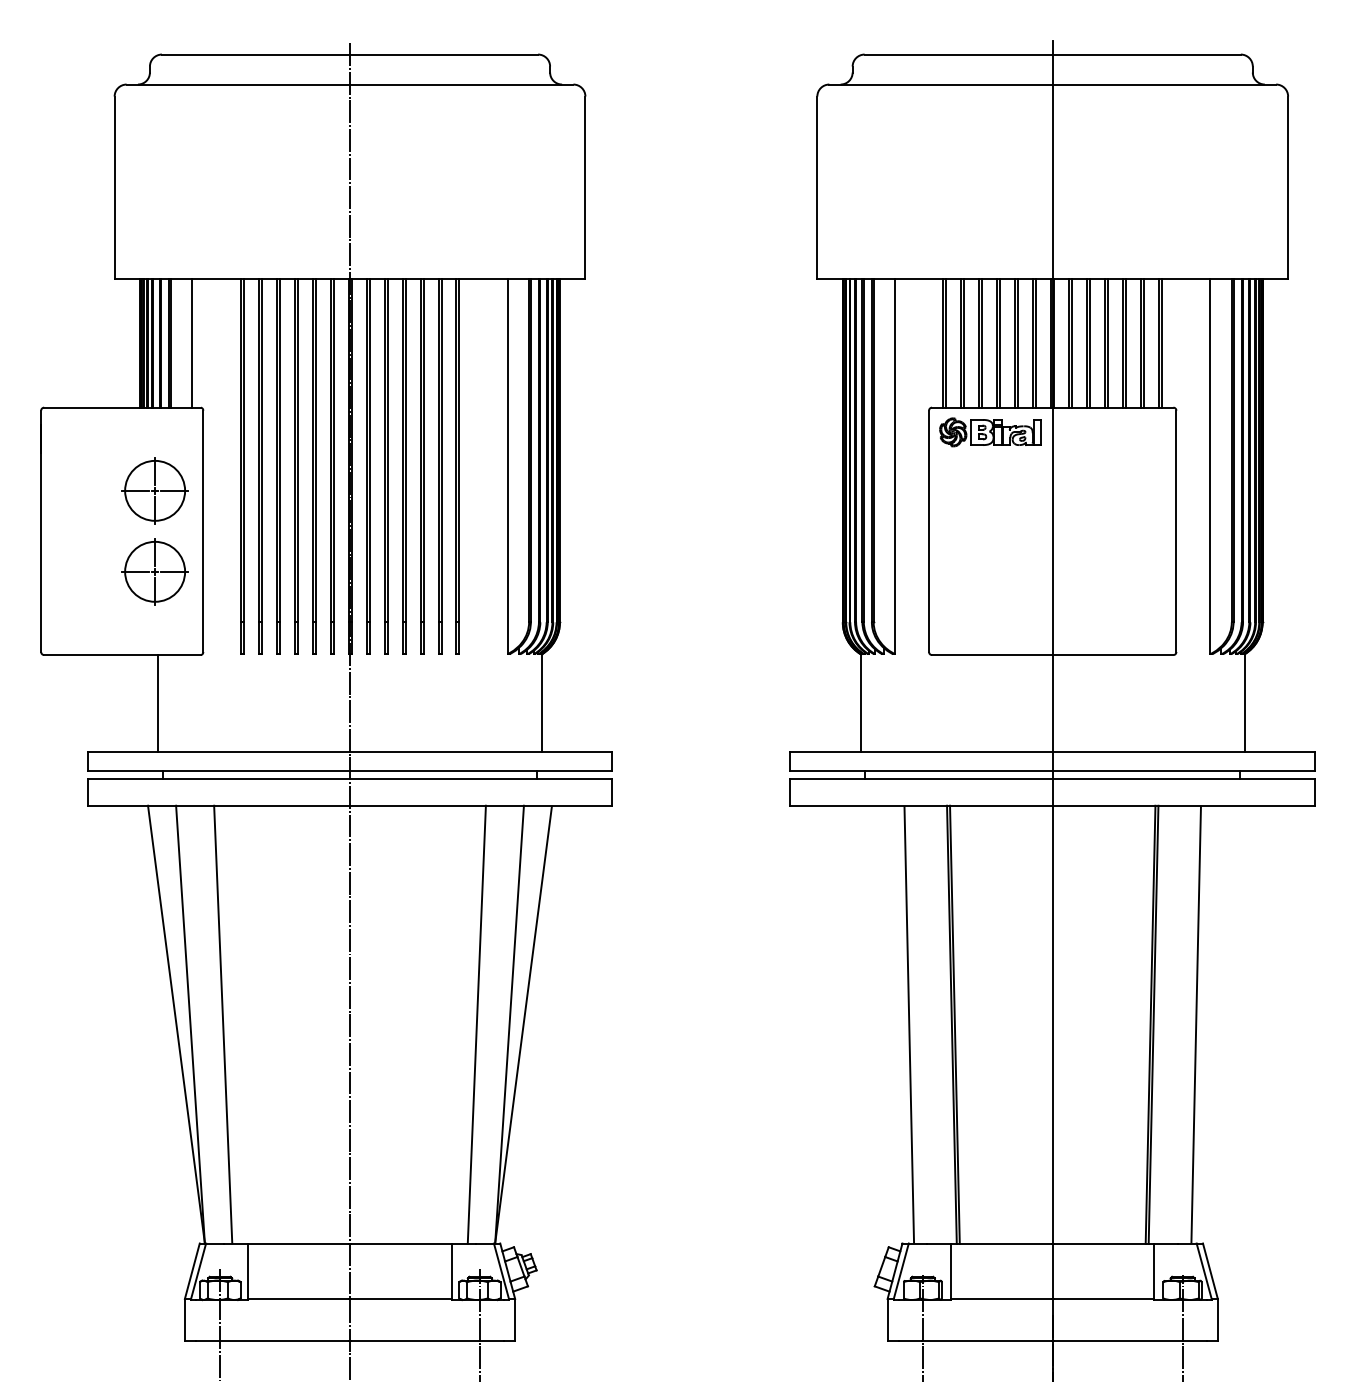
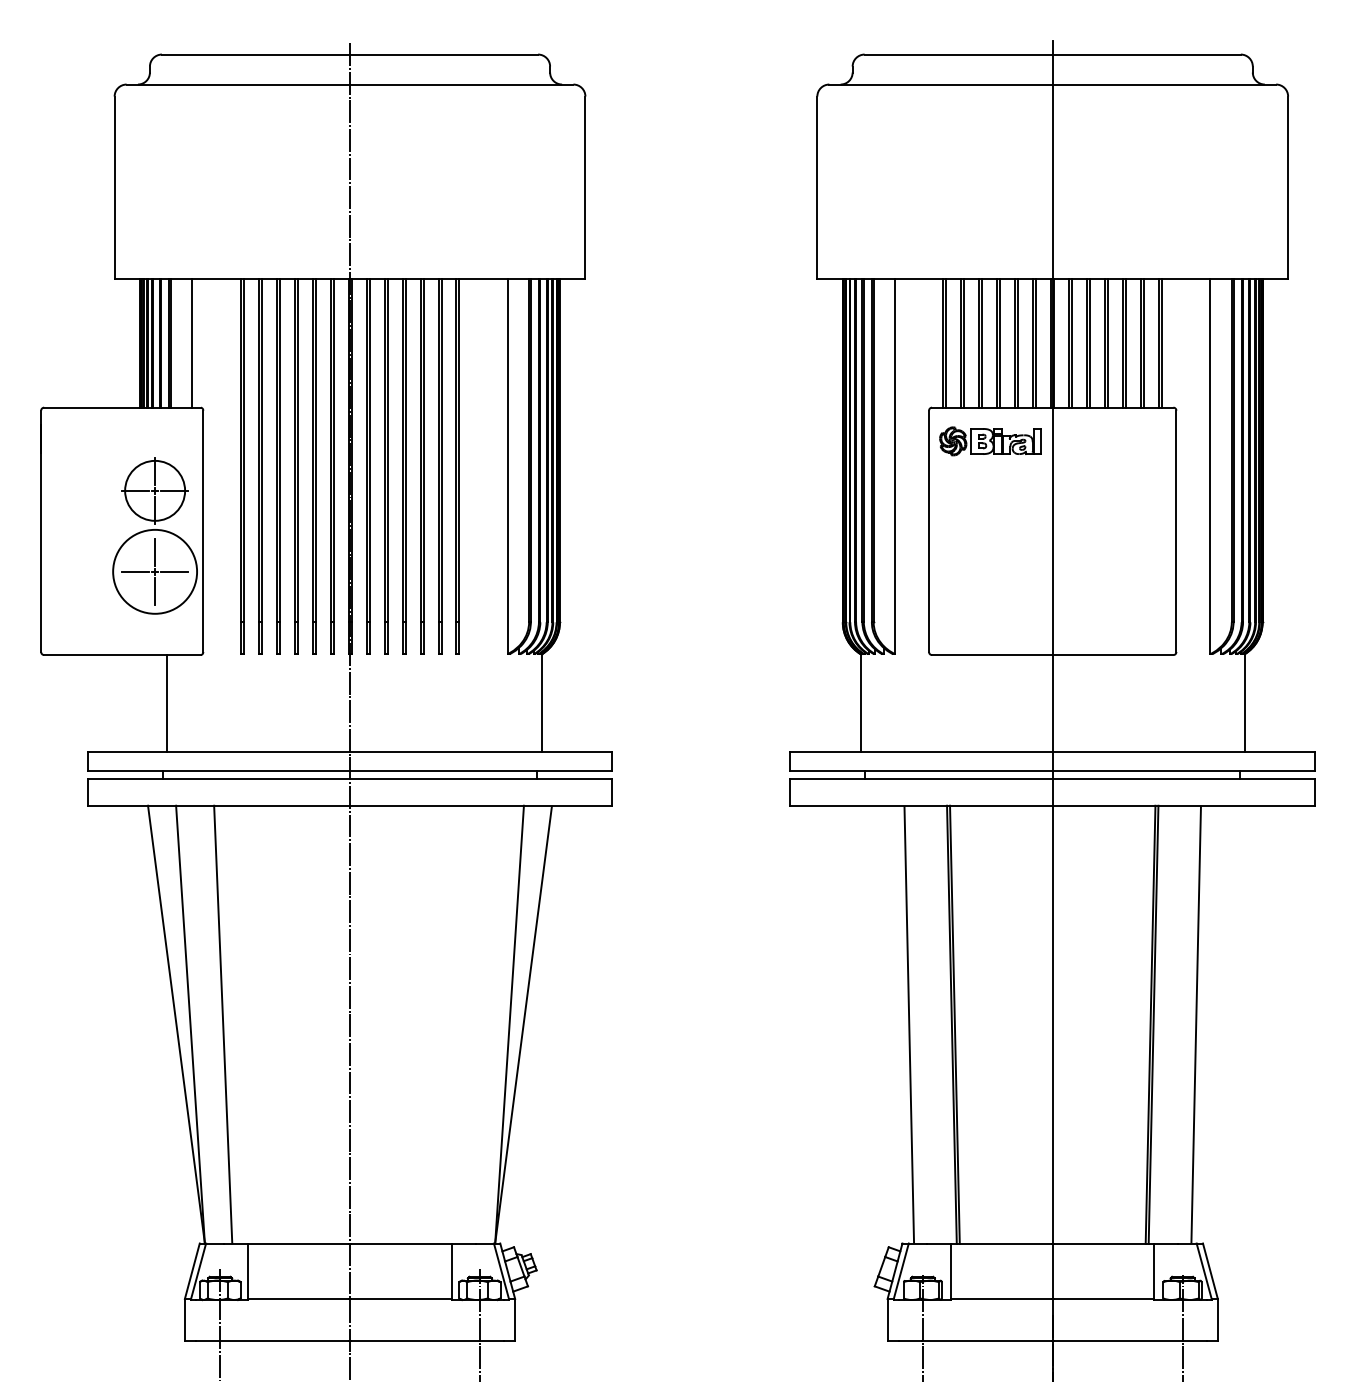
part at (990, 432) position: (990, 432) -> (990, 441)
circle at (155, 571) diameter: 60 px -> 84 px
line at (158, 703) position: (158, 703) -> (167, 703)
line at (476, 1024): present -> none
